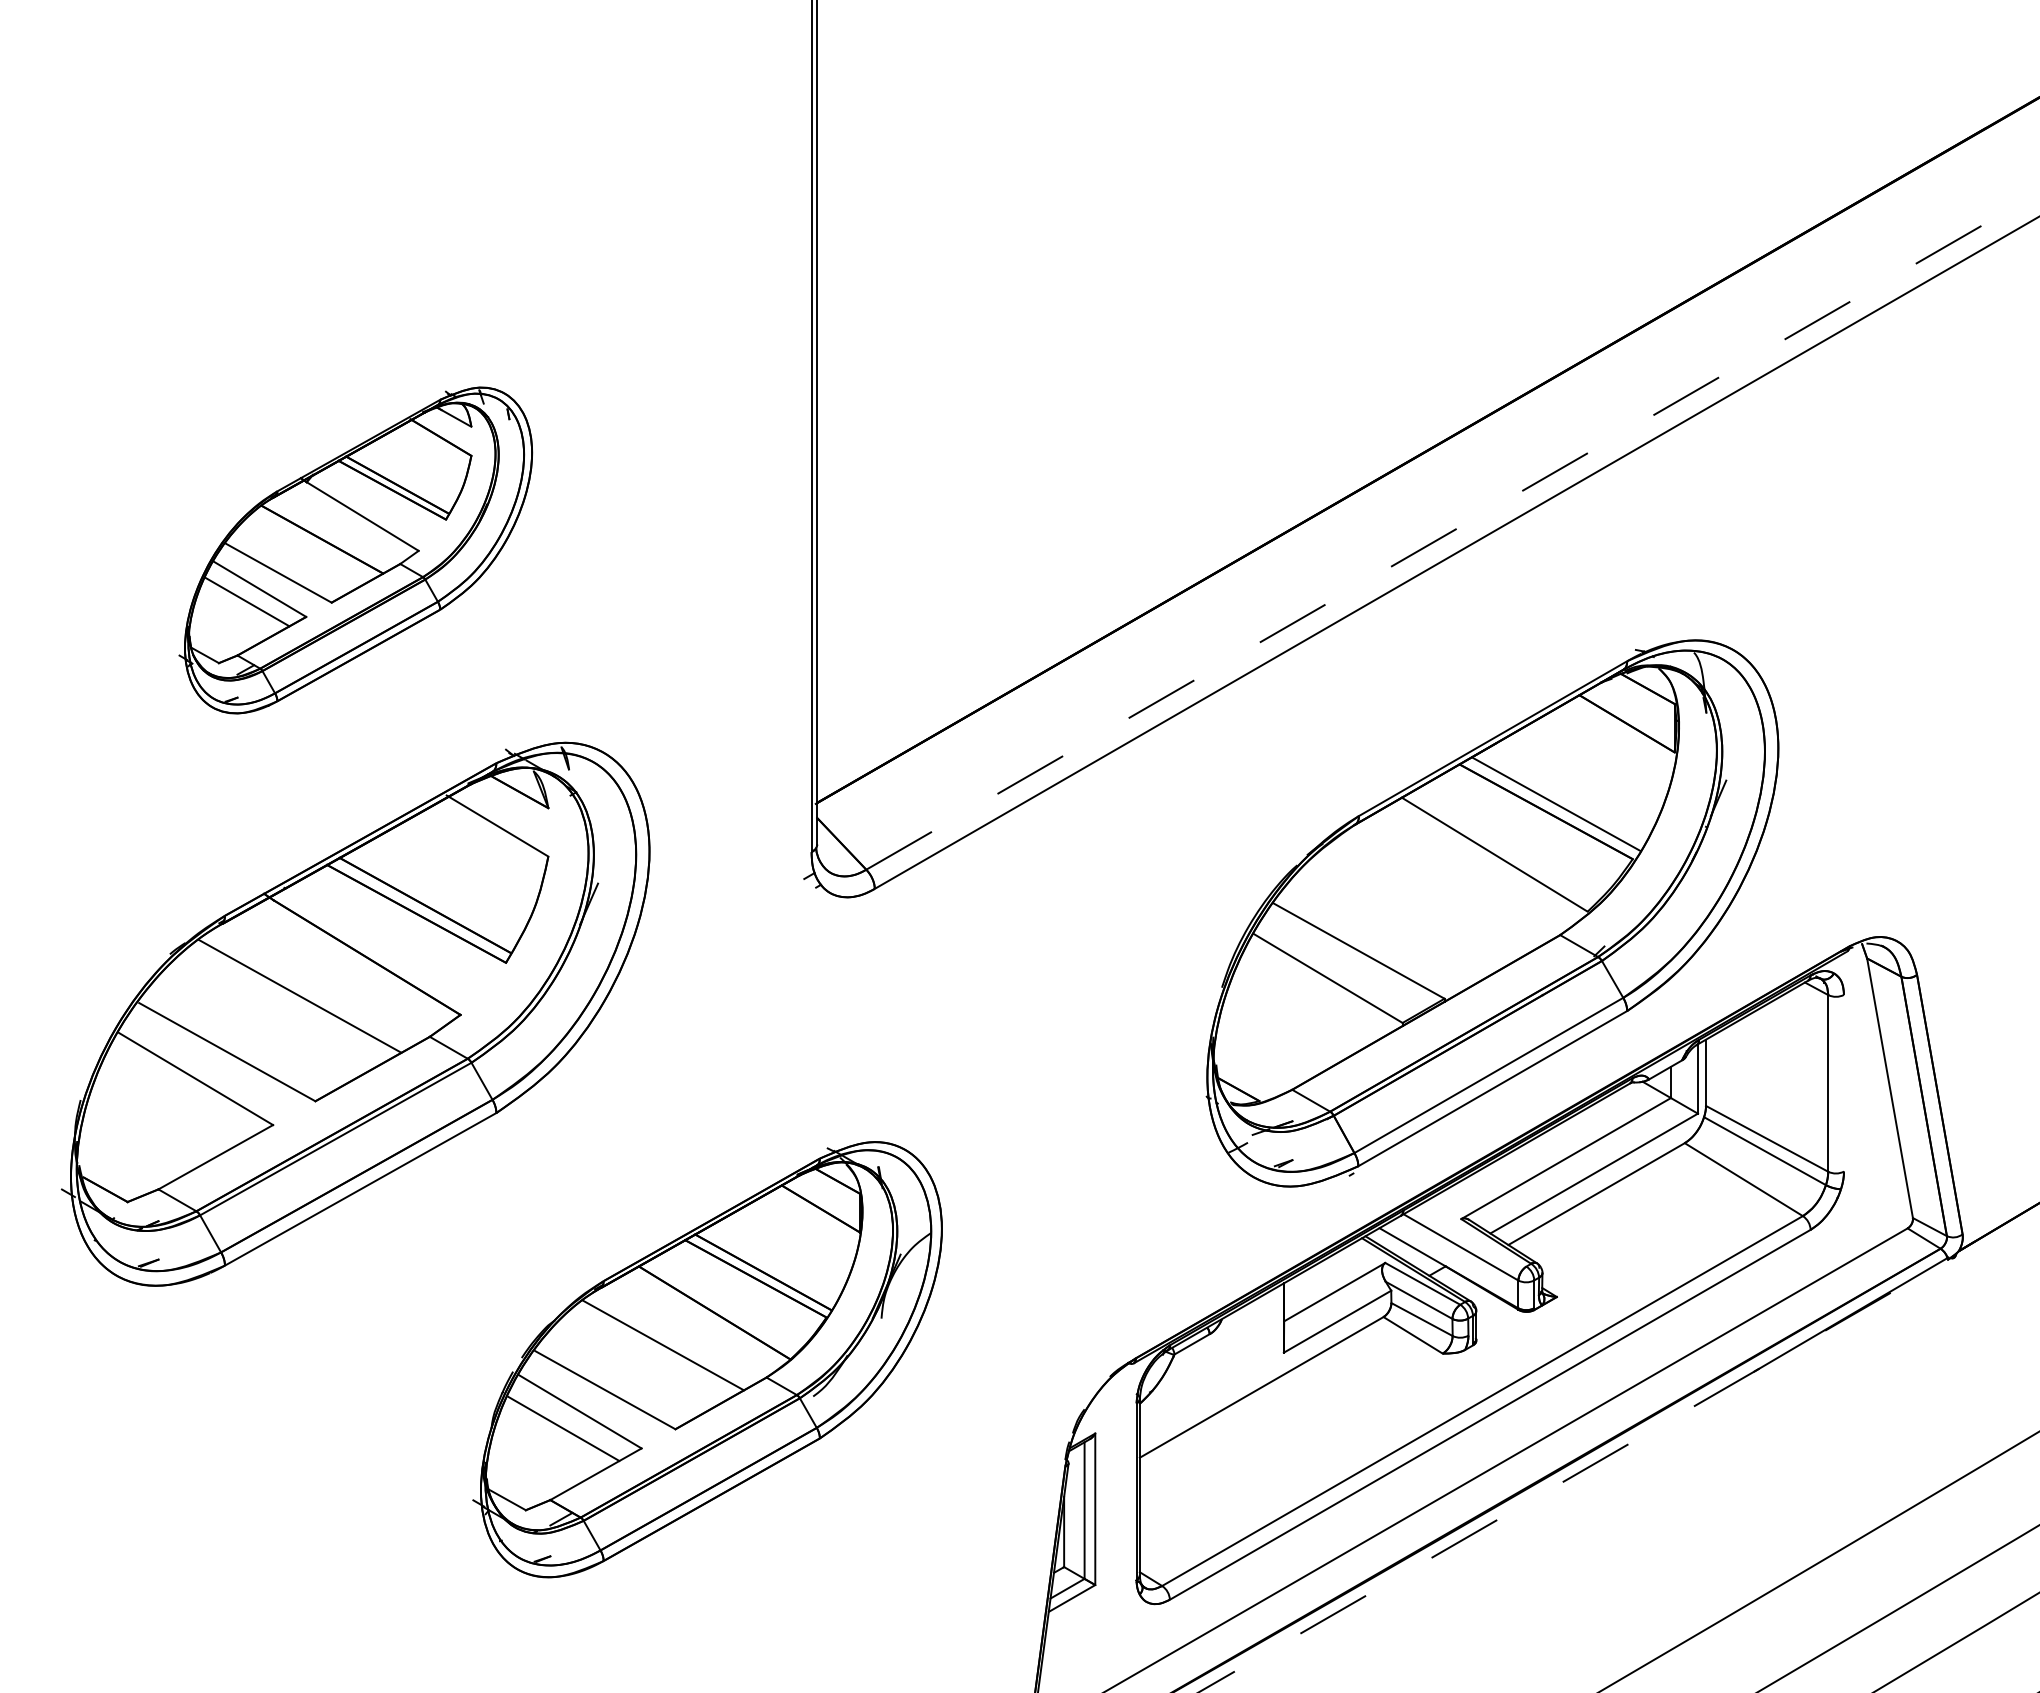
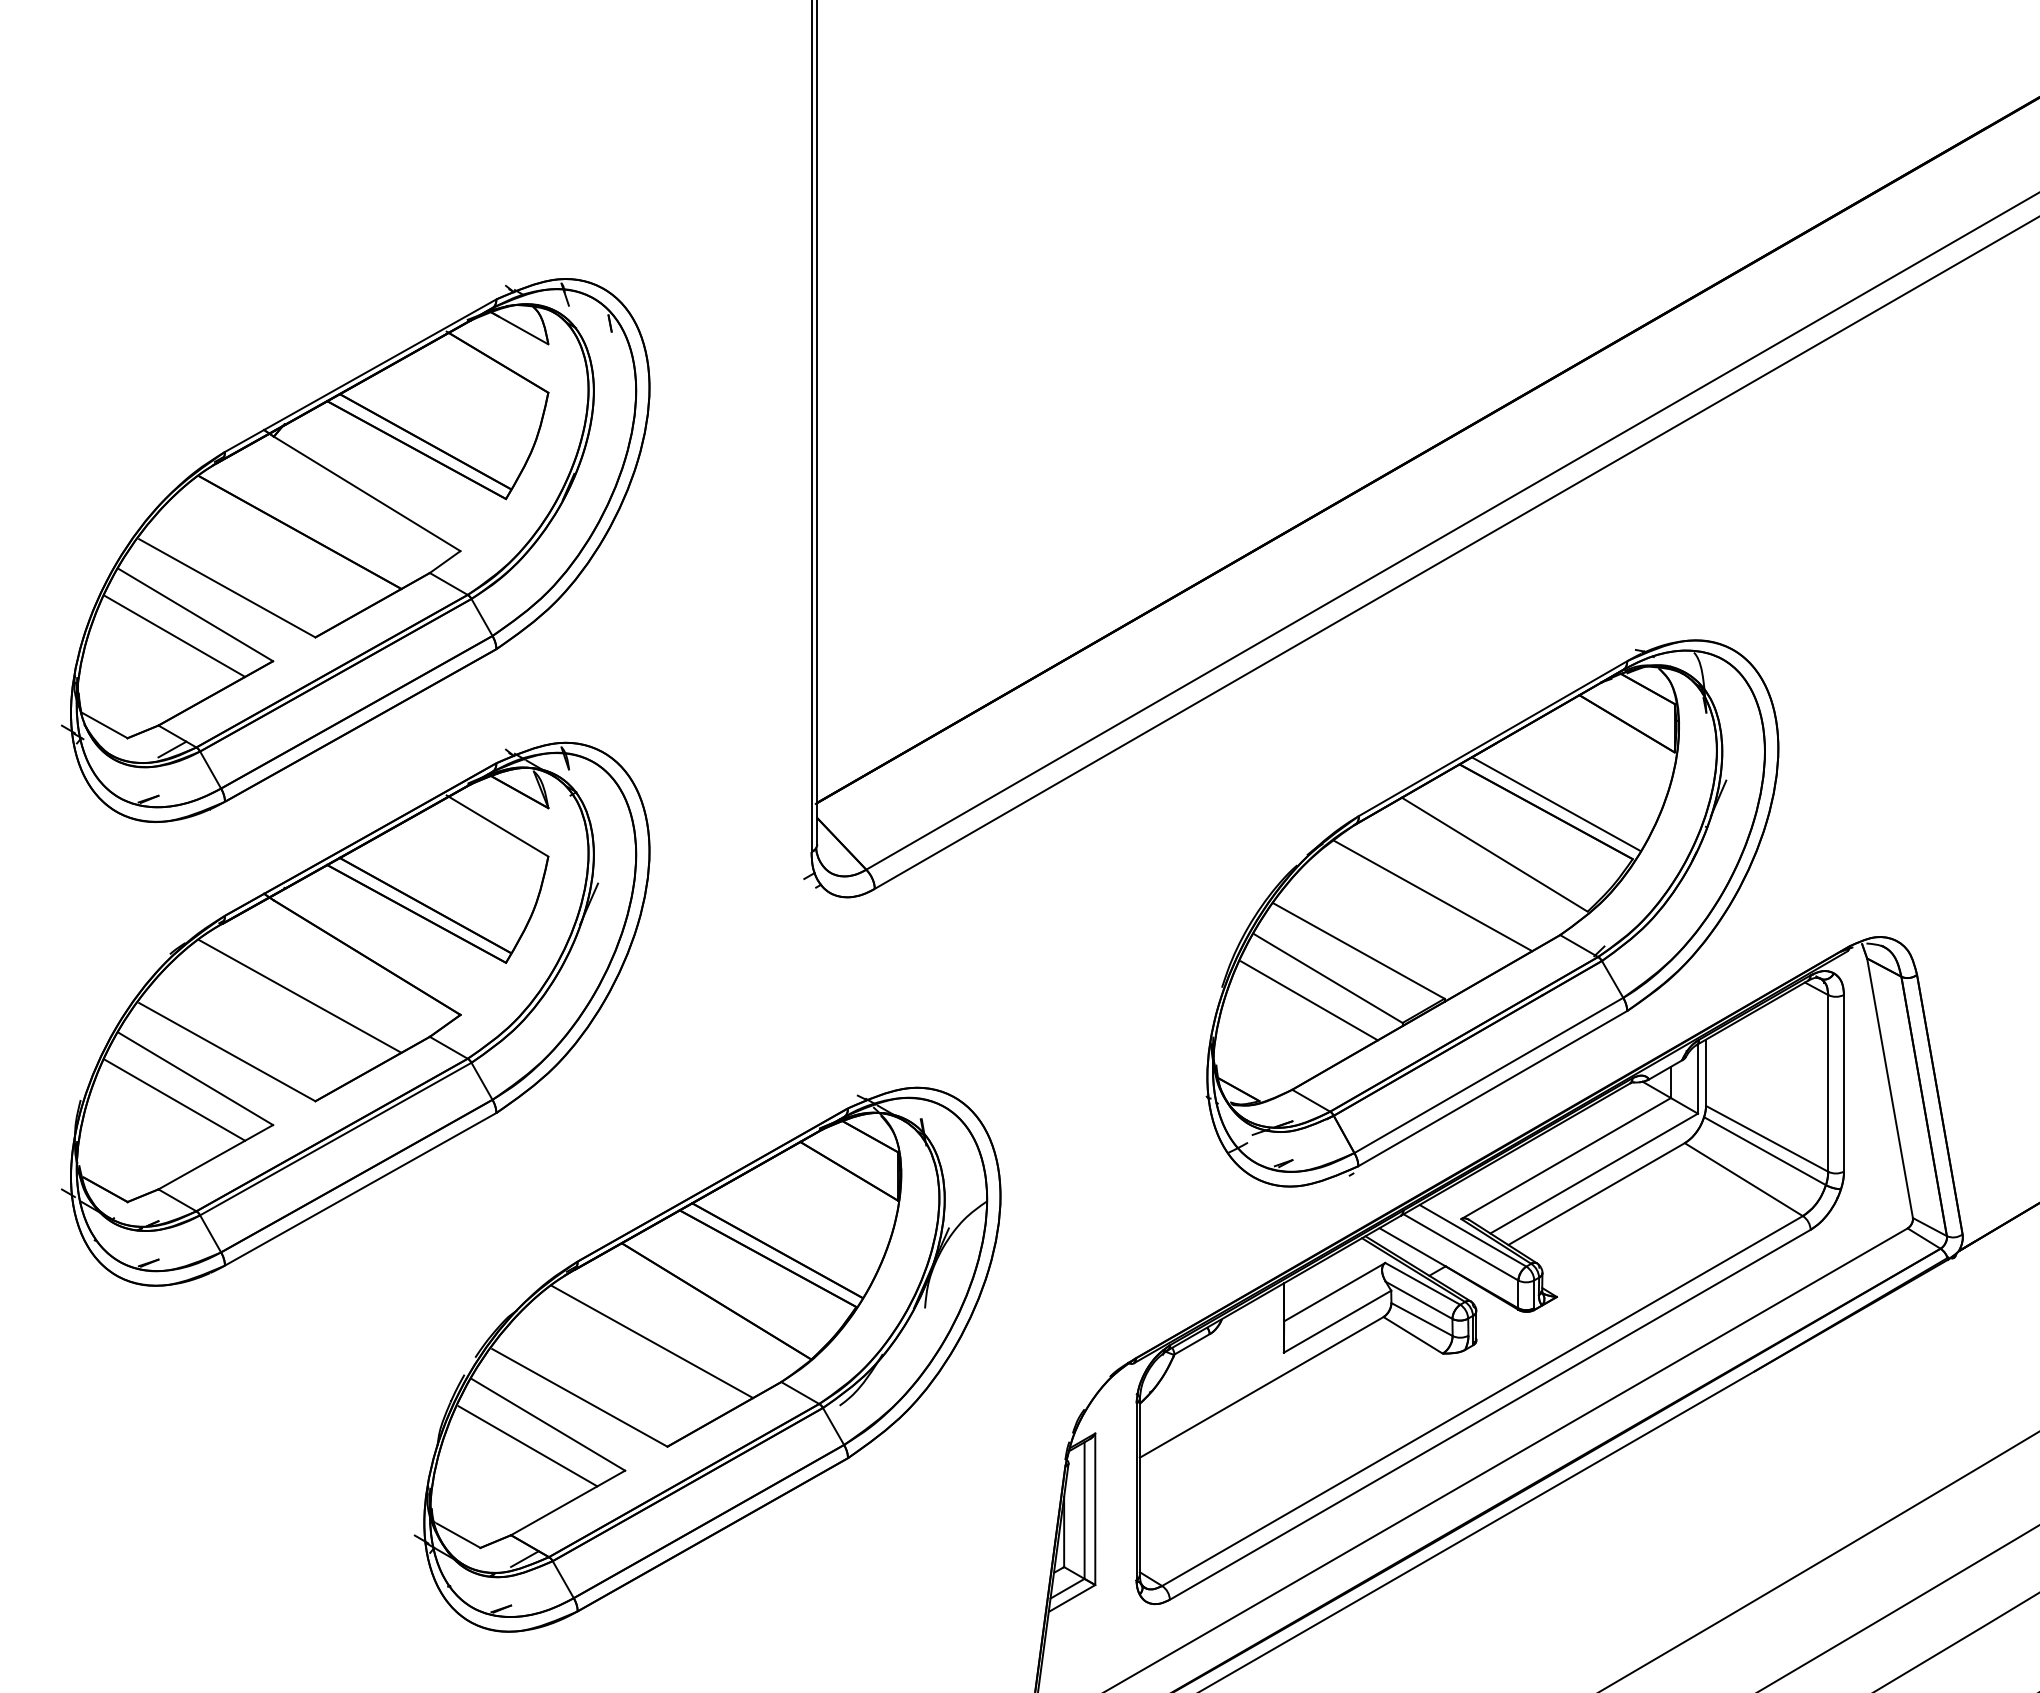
line at (1453, 530): dashed -> solid
part at (355, 550) size: 356x329 px -> 590x545 px
line at (1433, 896): none -> present
line at (1309, 1000): none -> present
line at (1844, 1082): none -> present
line at (174, 1099): none -> present
line at (1472, 1235): none -> present
part at (707, 1359) size: 471x438 px -> 589x547 px
line at (1573, 1476): dashed -> solid
